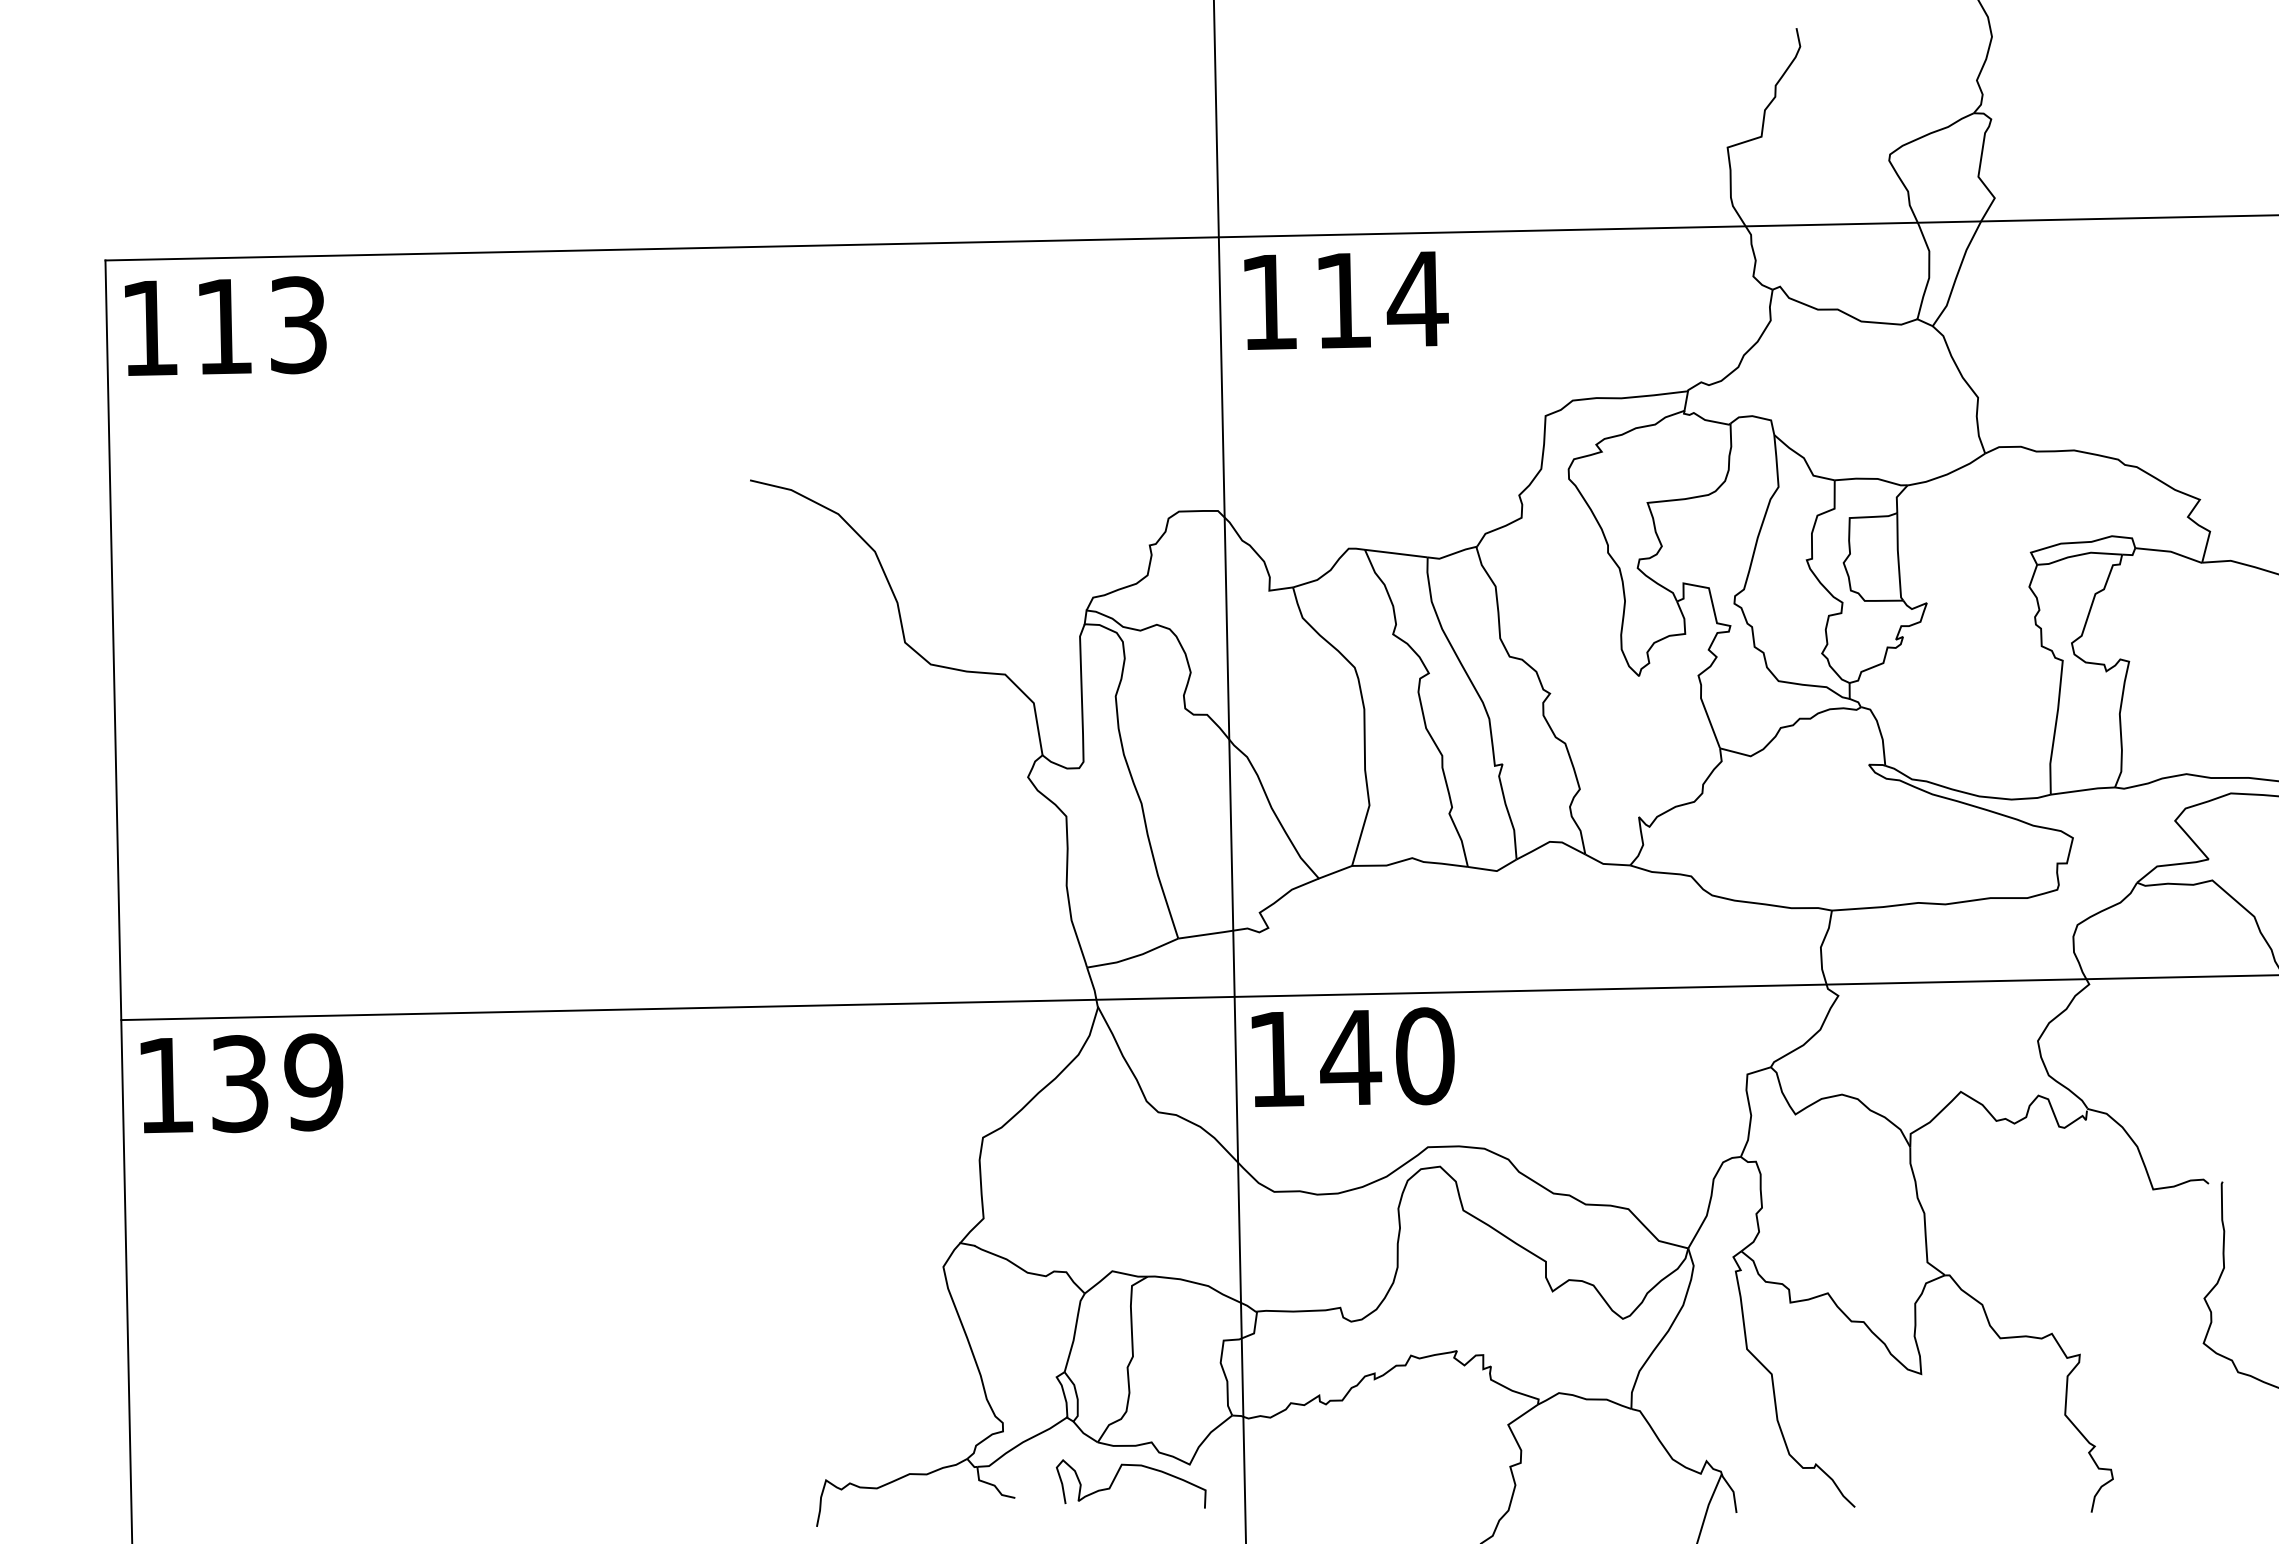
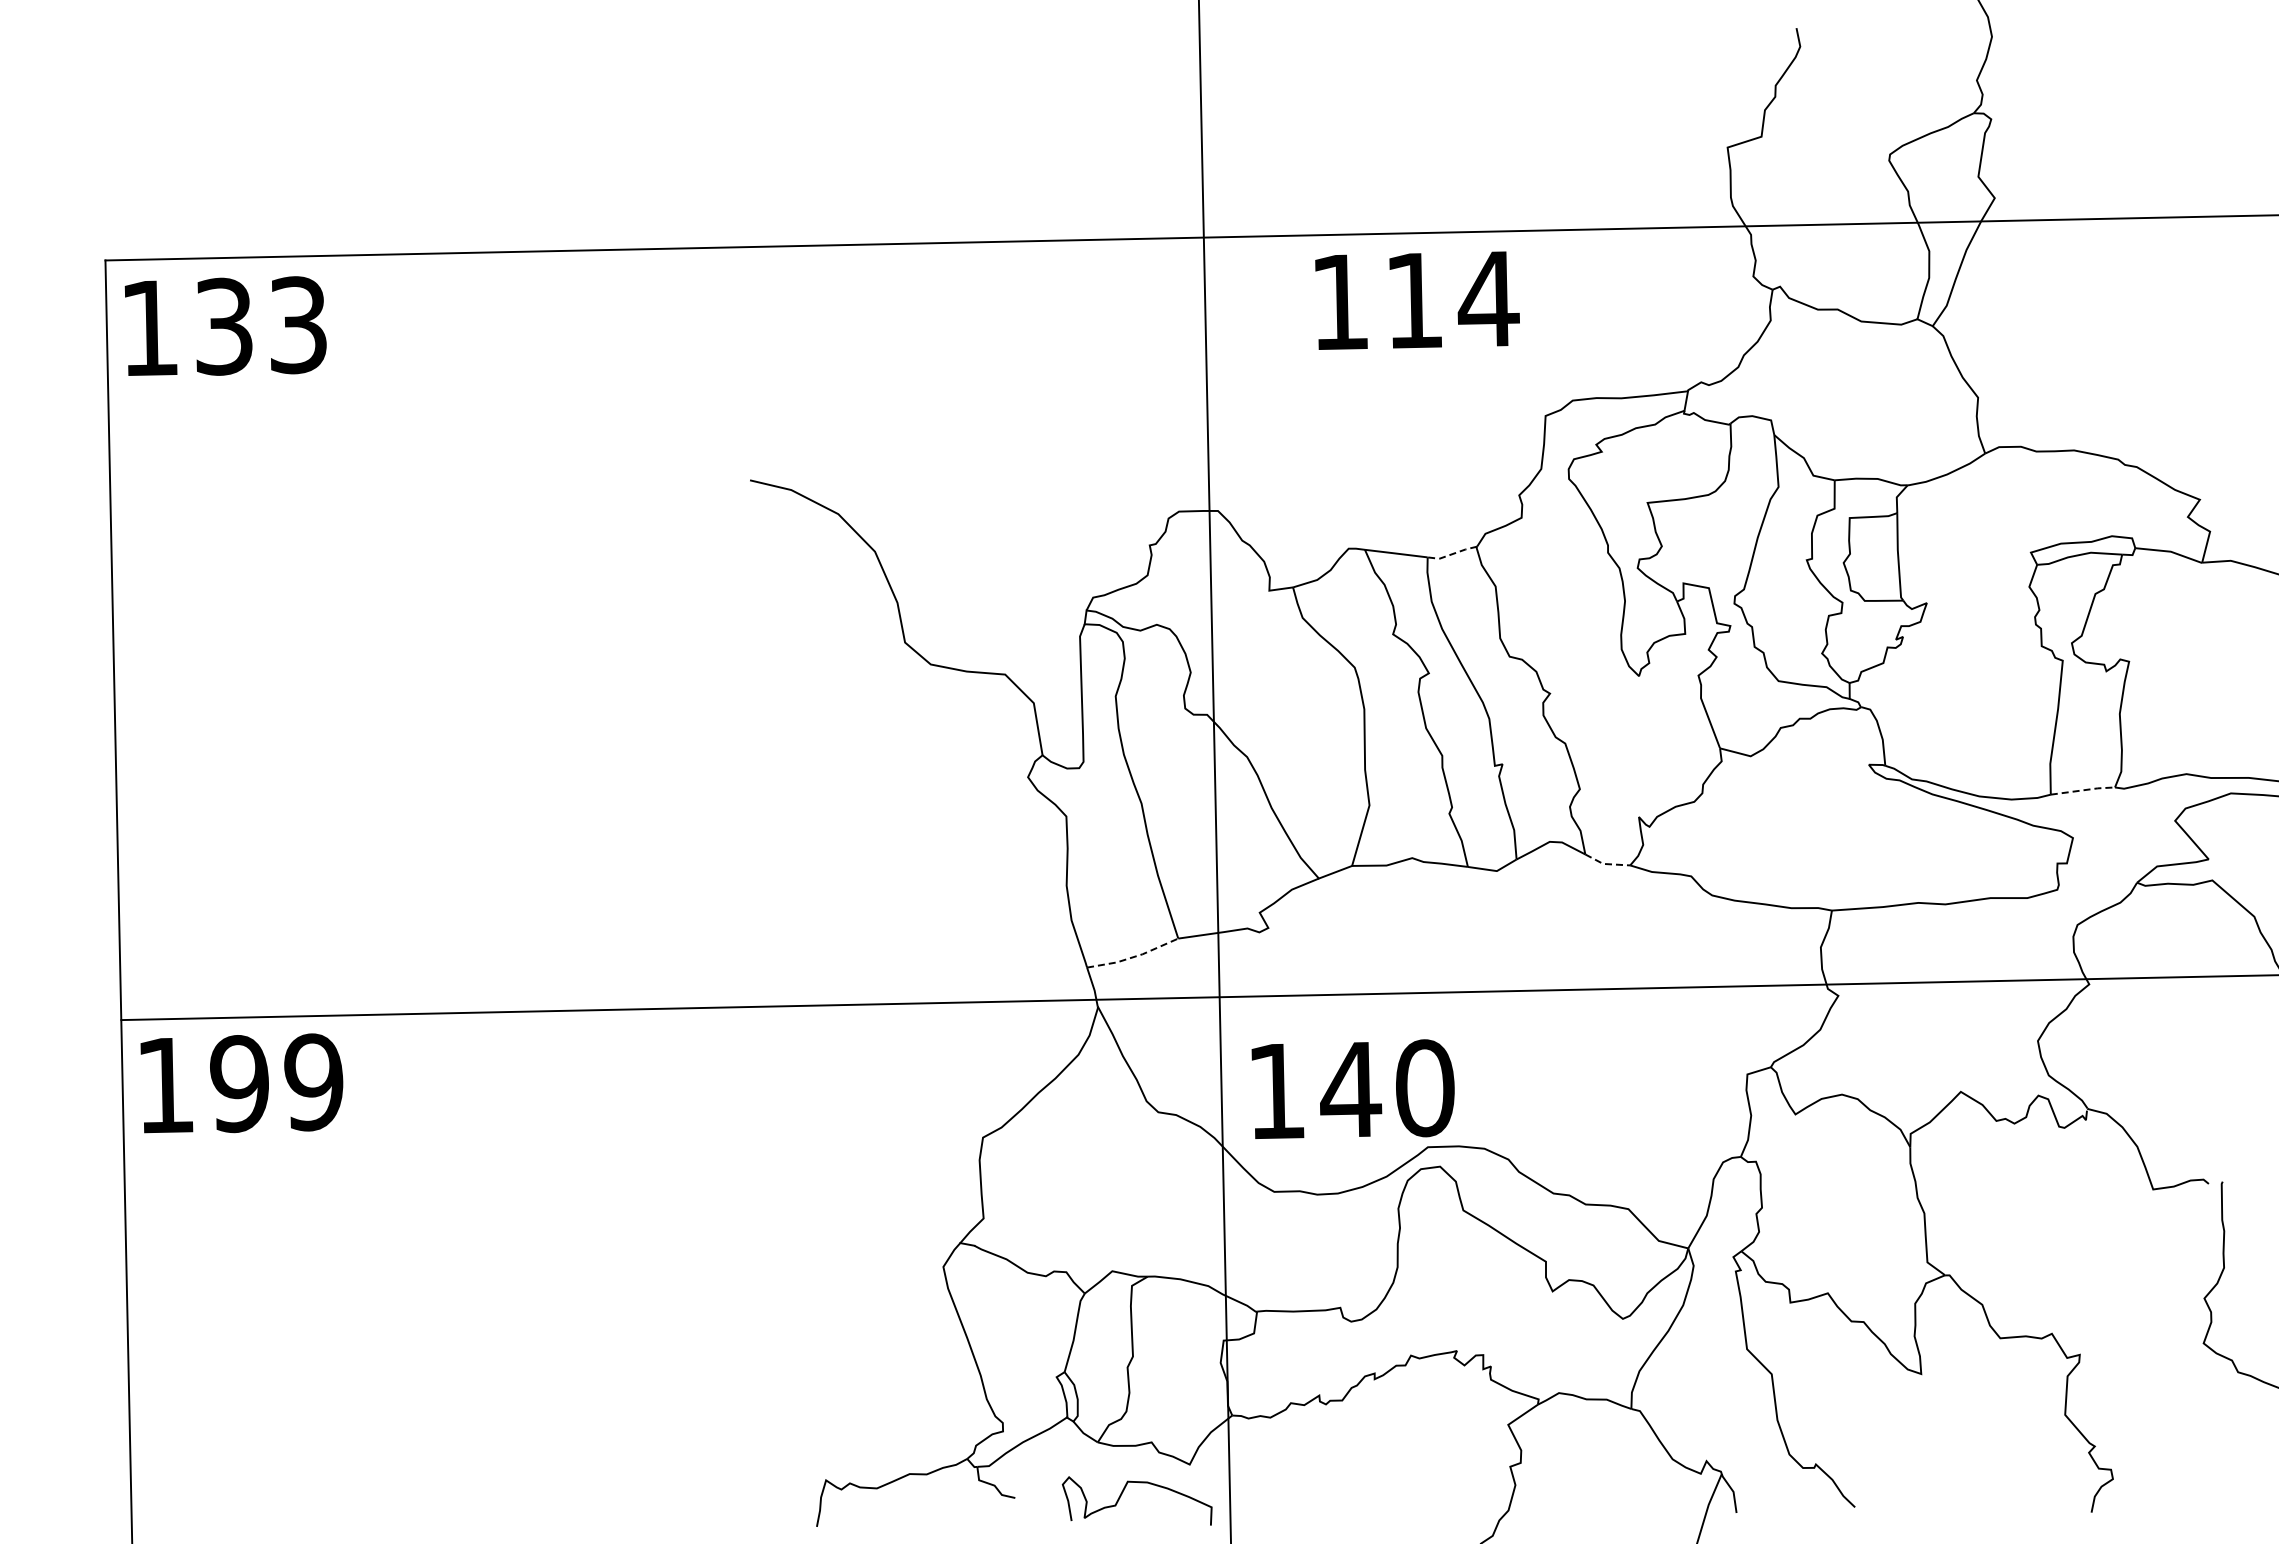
text at (1346, 300) position: (1346, 300) -> (1417, 300)
text at (224, 326): 113 -> 133
line at (1452, 554): solid -> dashed
line at (1229, 771) position: (1229, 771) -> (1214, 771)
line at (2084, 790): solid -> dashed
line at (1606, 864): solid -> dashed
line at (1133, 957): solid -> dashed
text at (1352, 1056) position: (1352, 1056) -> (1352, 1088)
text at (239, 1083): 139 -> 199
curve at (1116, 1477) position: (1116, 1477) -> (1122, 1494)
